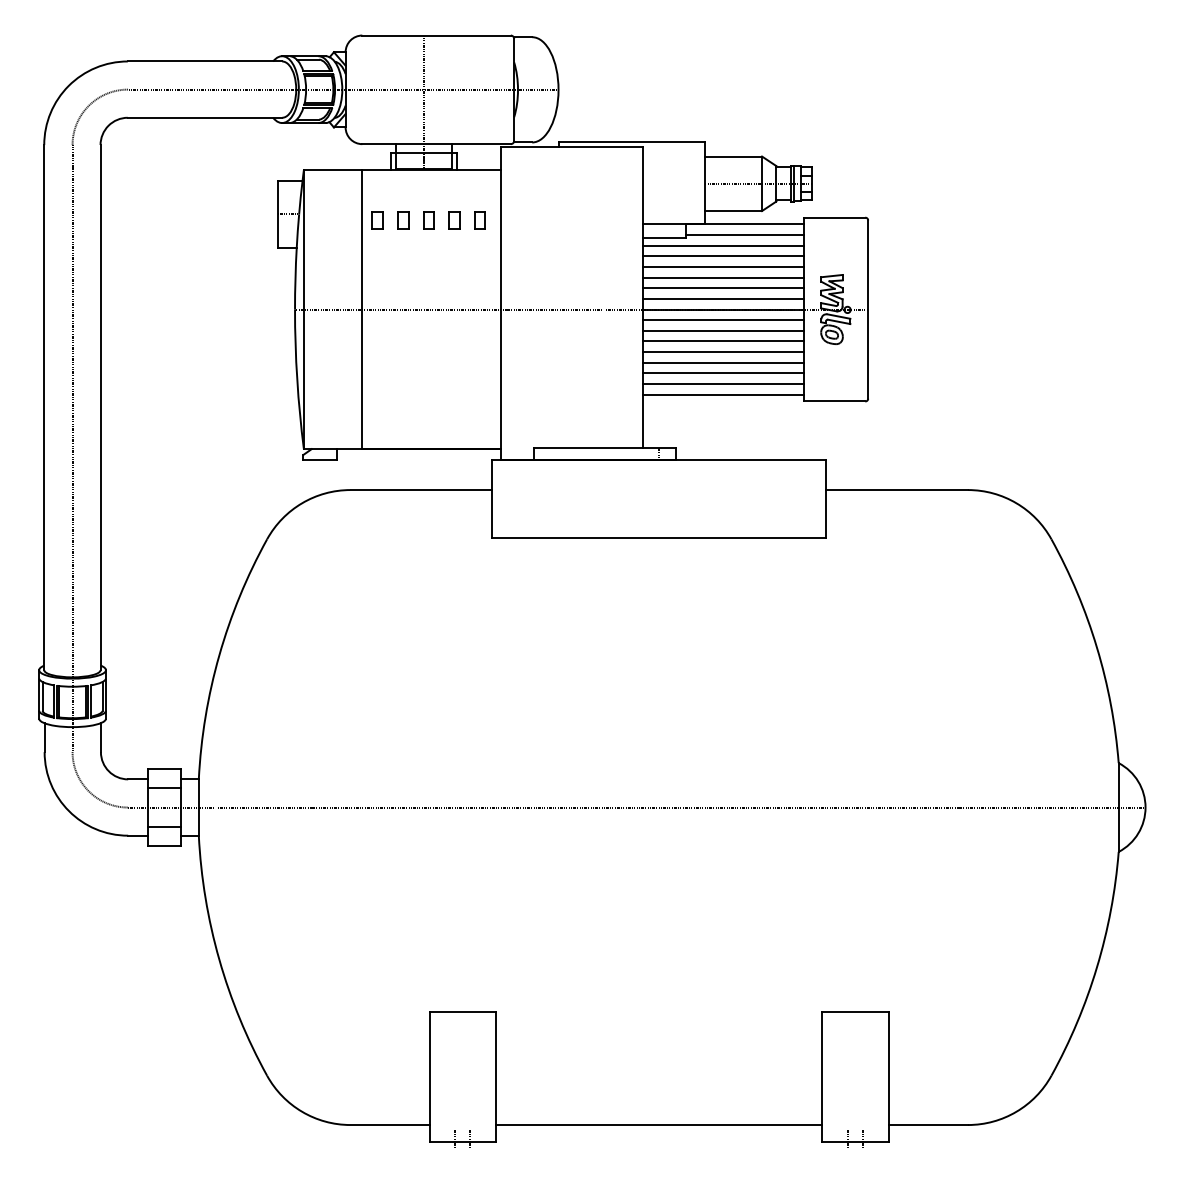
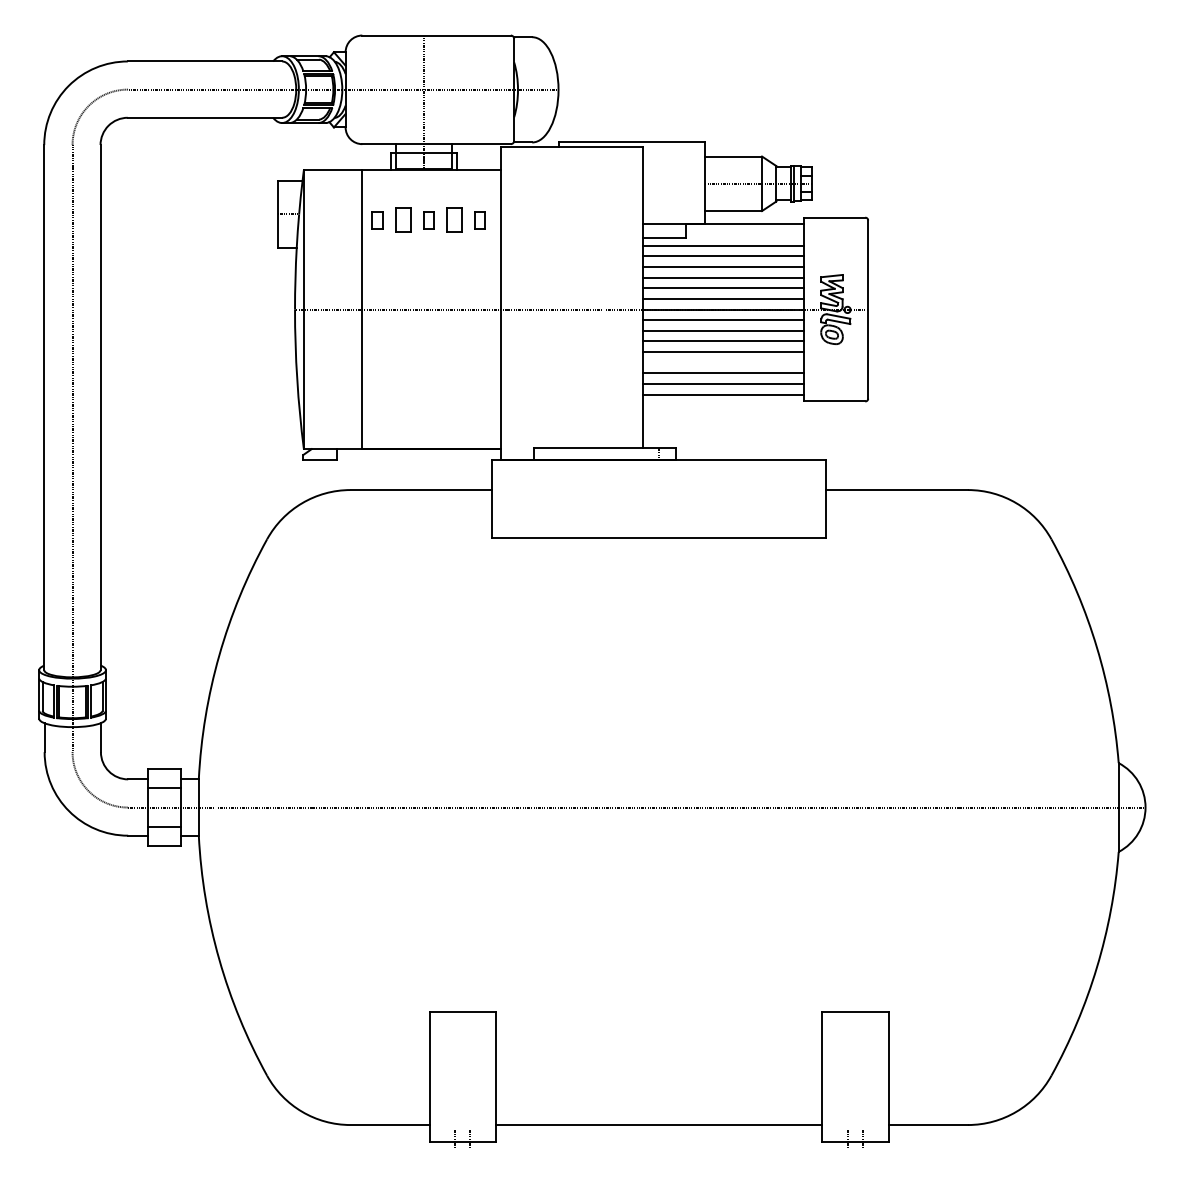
part at (403, 220) size: 13x19 px -> 17x26 px
part at (454, 220) size: 13x19 px -> 17x26 px
line at (744, 235): present -> none
line at (722, 362): present -> none
